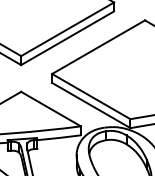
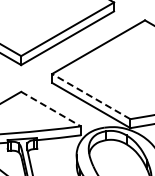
line at (90, 96): solid -> dashed
line at (51, 109): solid -> dashed
